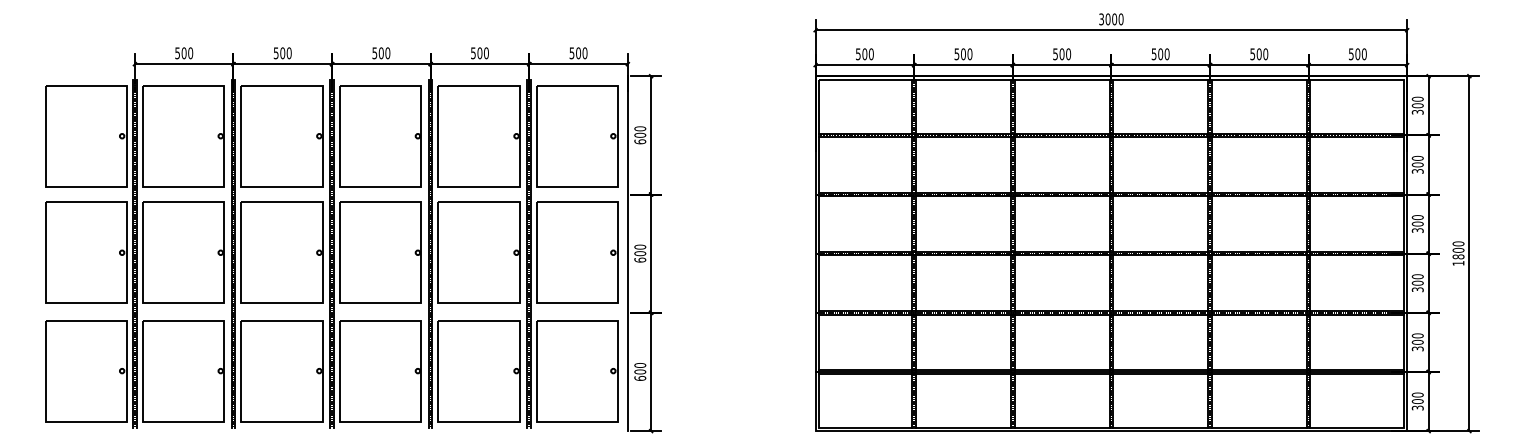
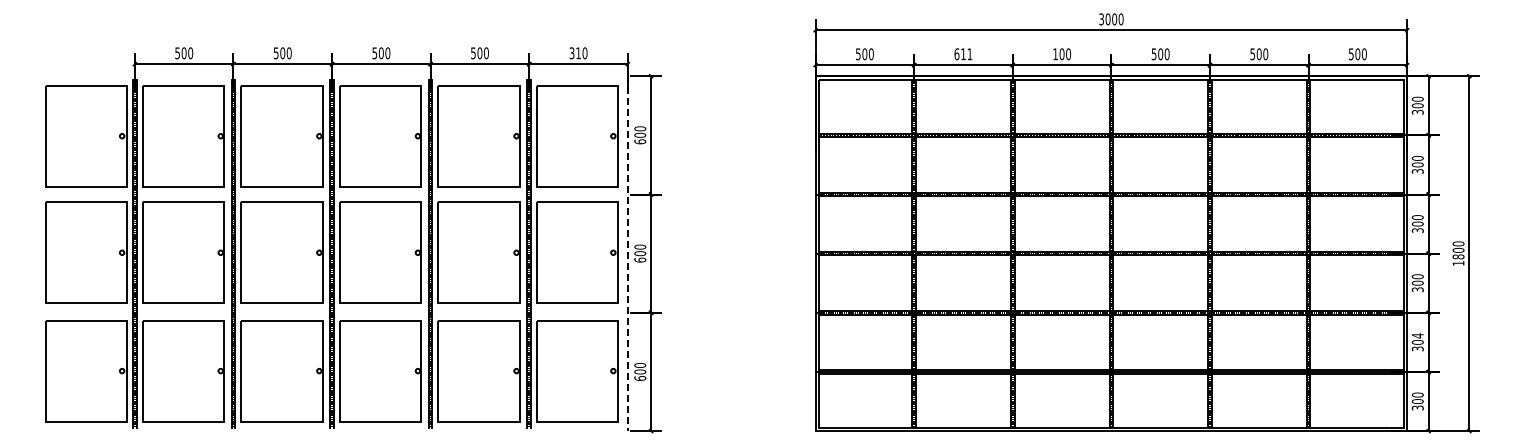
text at (575, 53): 500 -> 310
text at (963, 54): 500 -> 611
text at (1055, 54): 500 -> 100
line at (627, 254): solid -> dashed
text at (1417, 335): 300 -> 304
